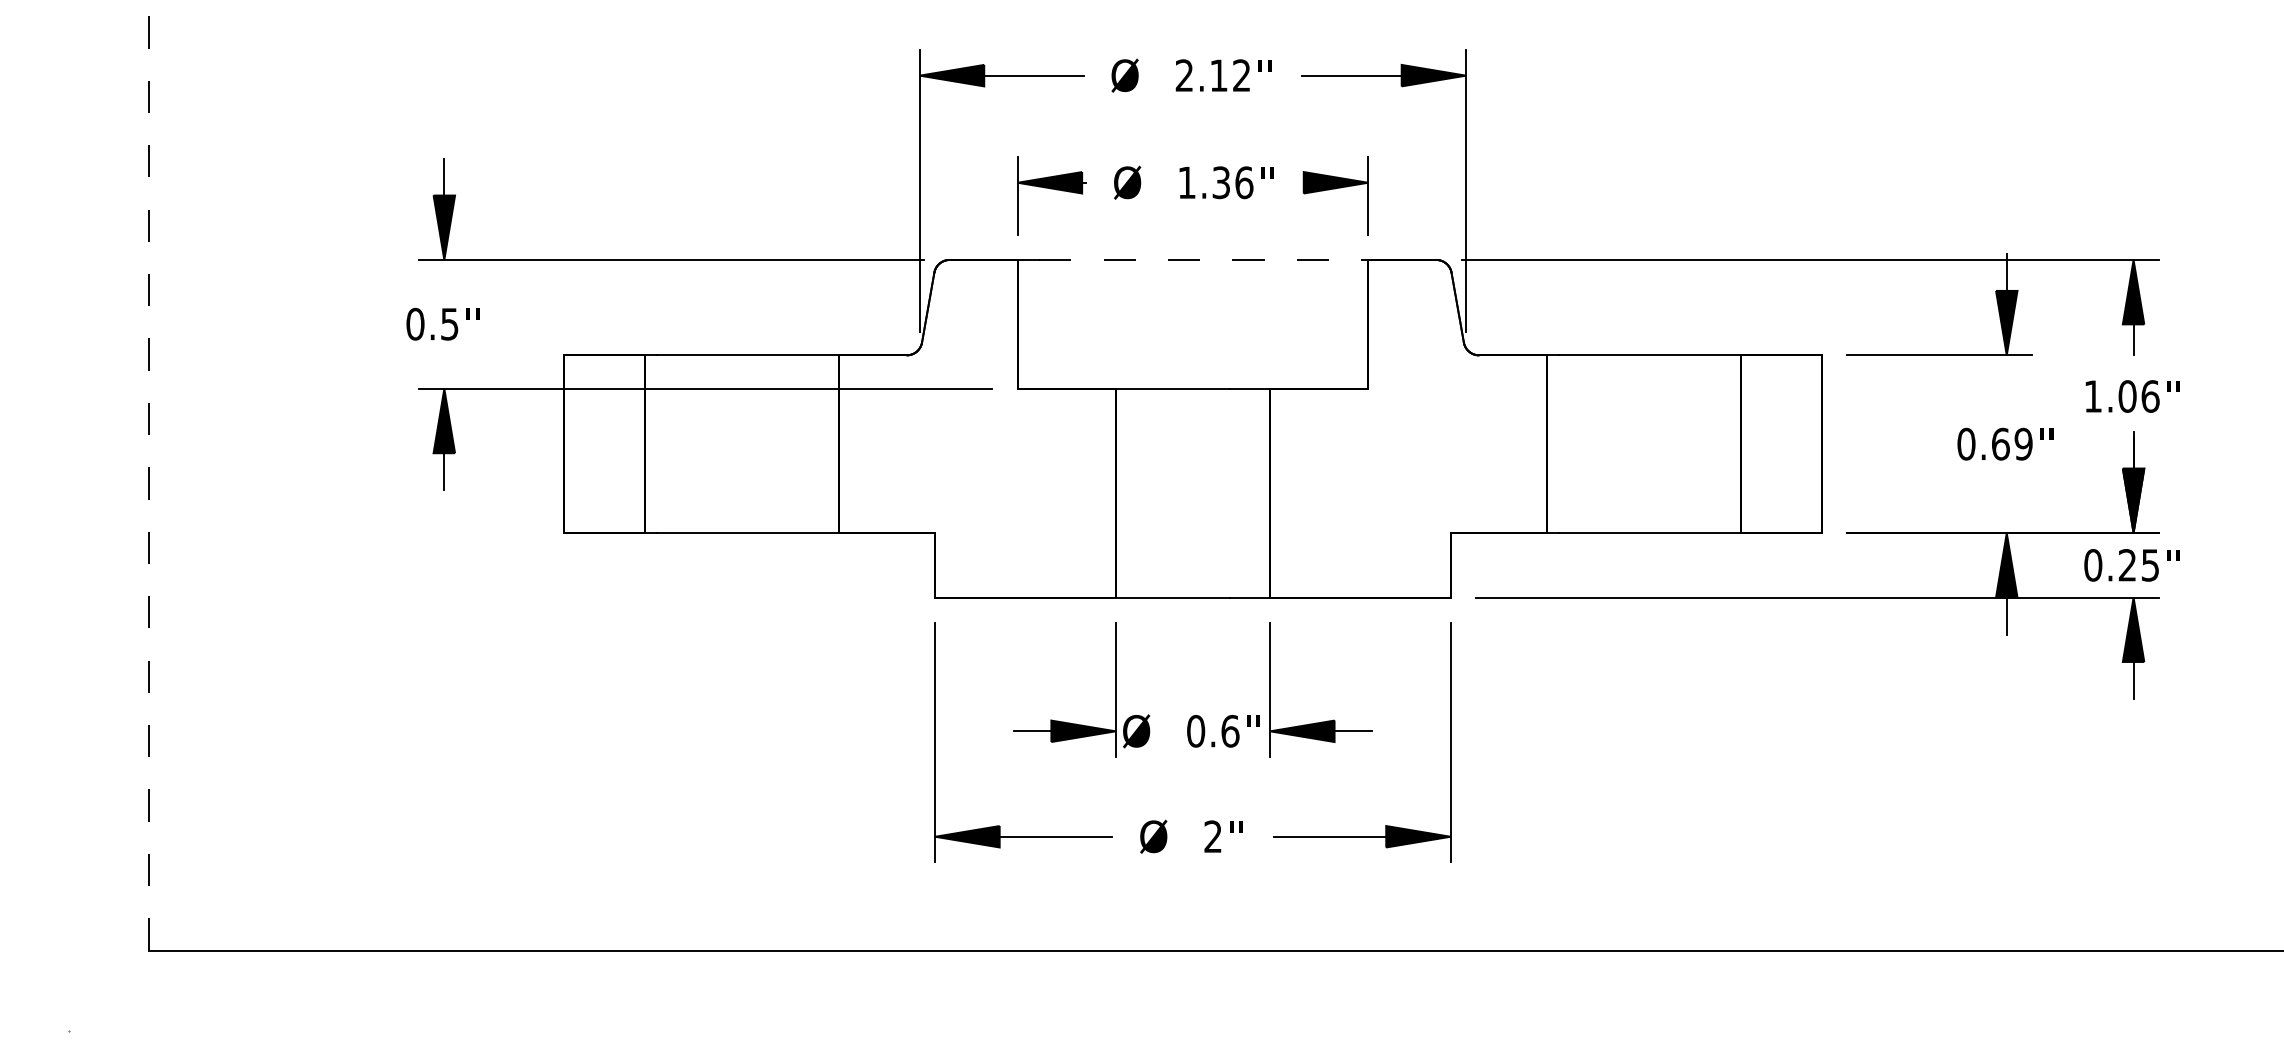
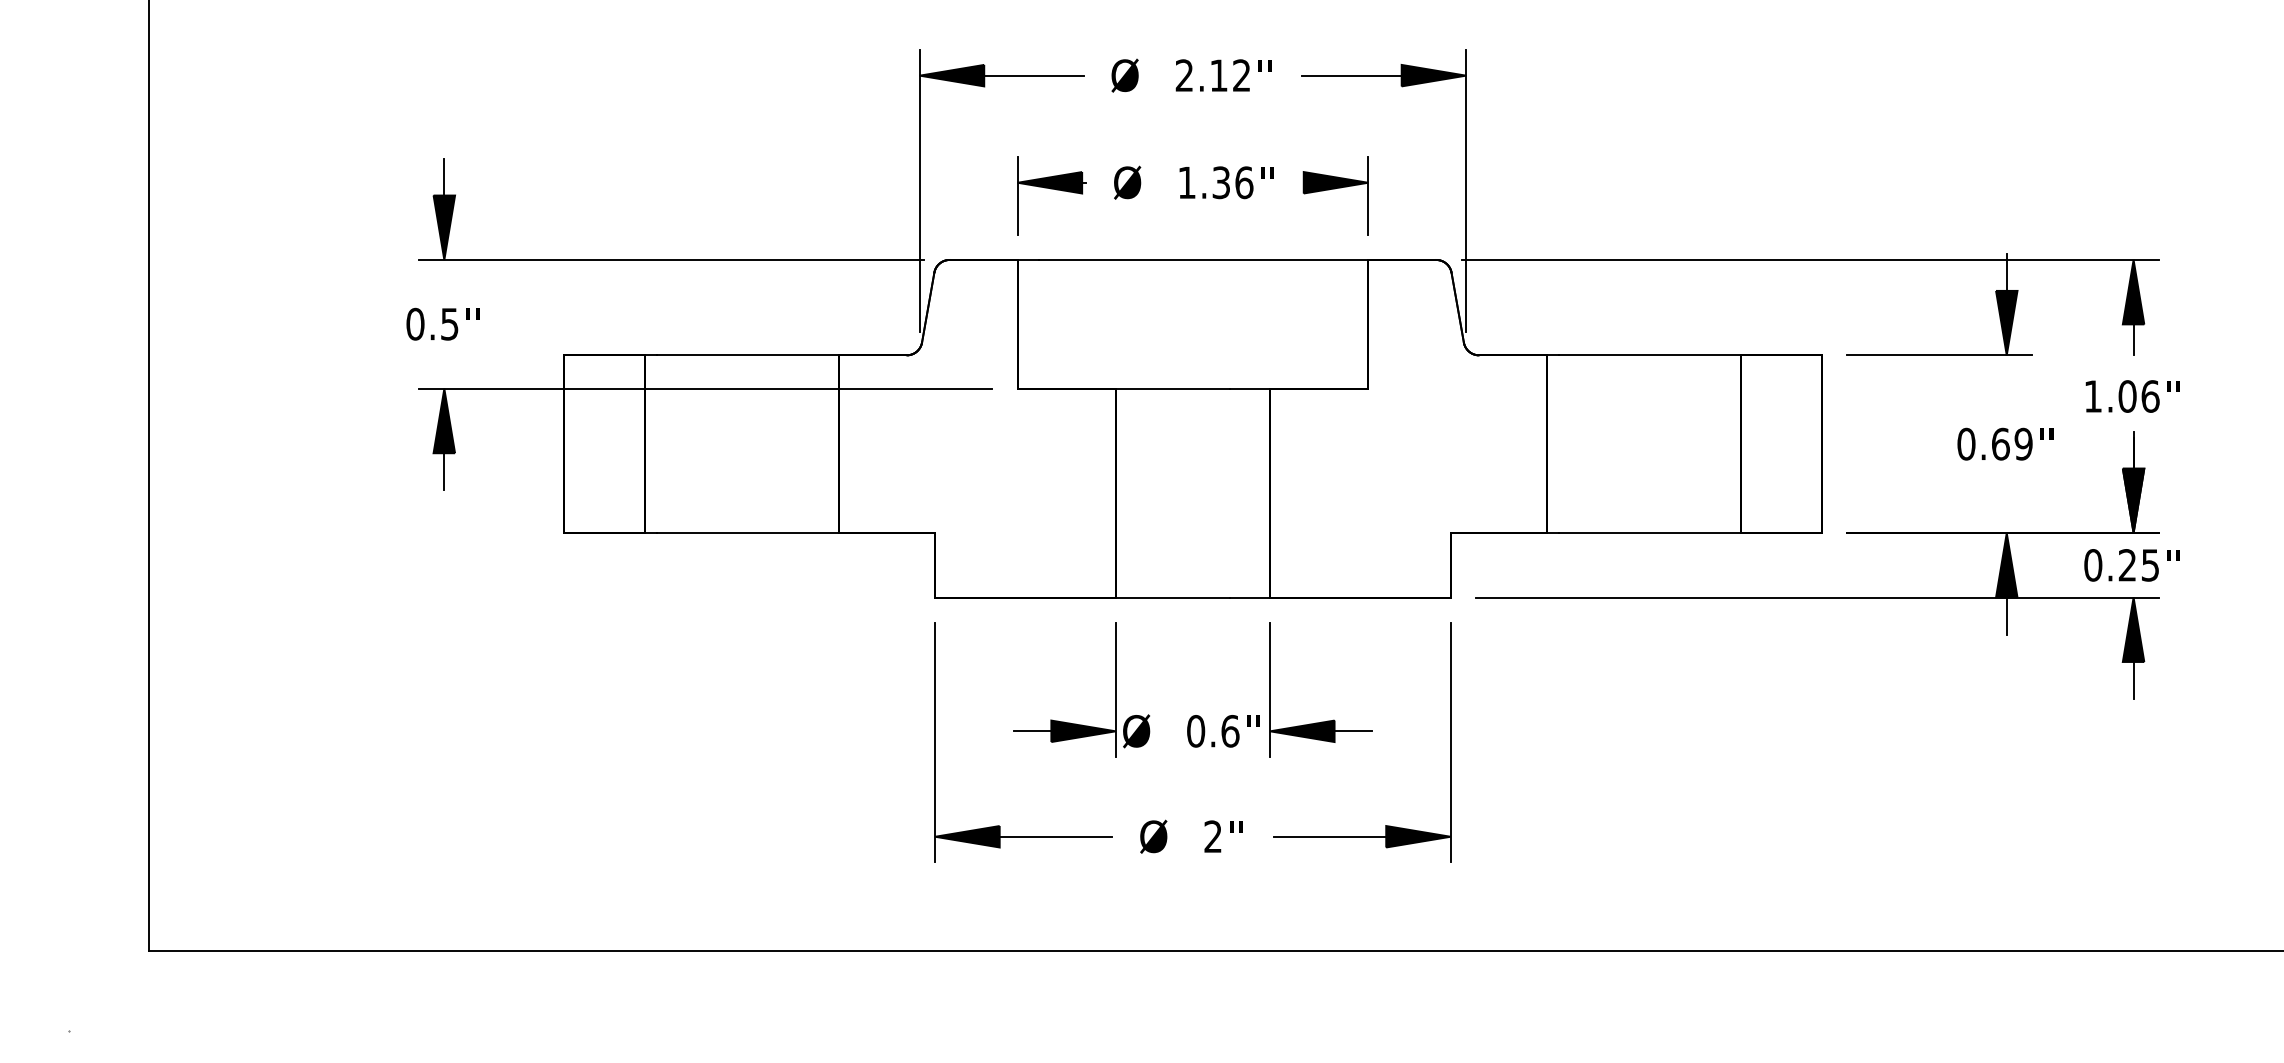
line at (1203, 259): dashed -> solid
line at (149, 475): dashed -> solid
